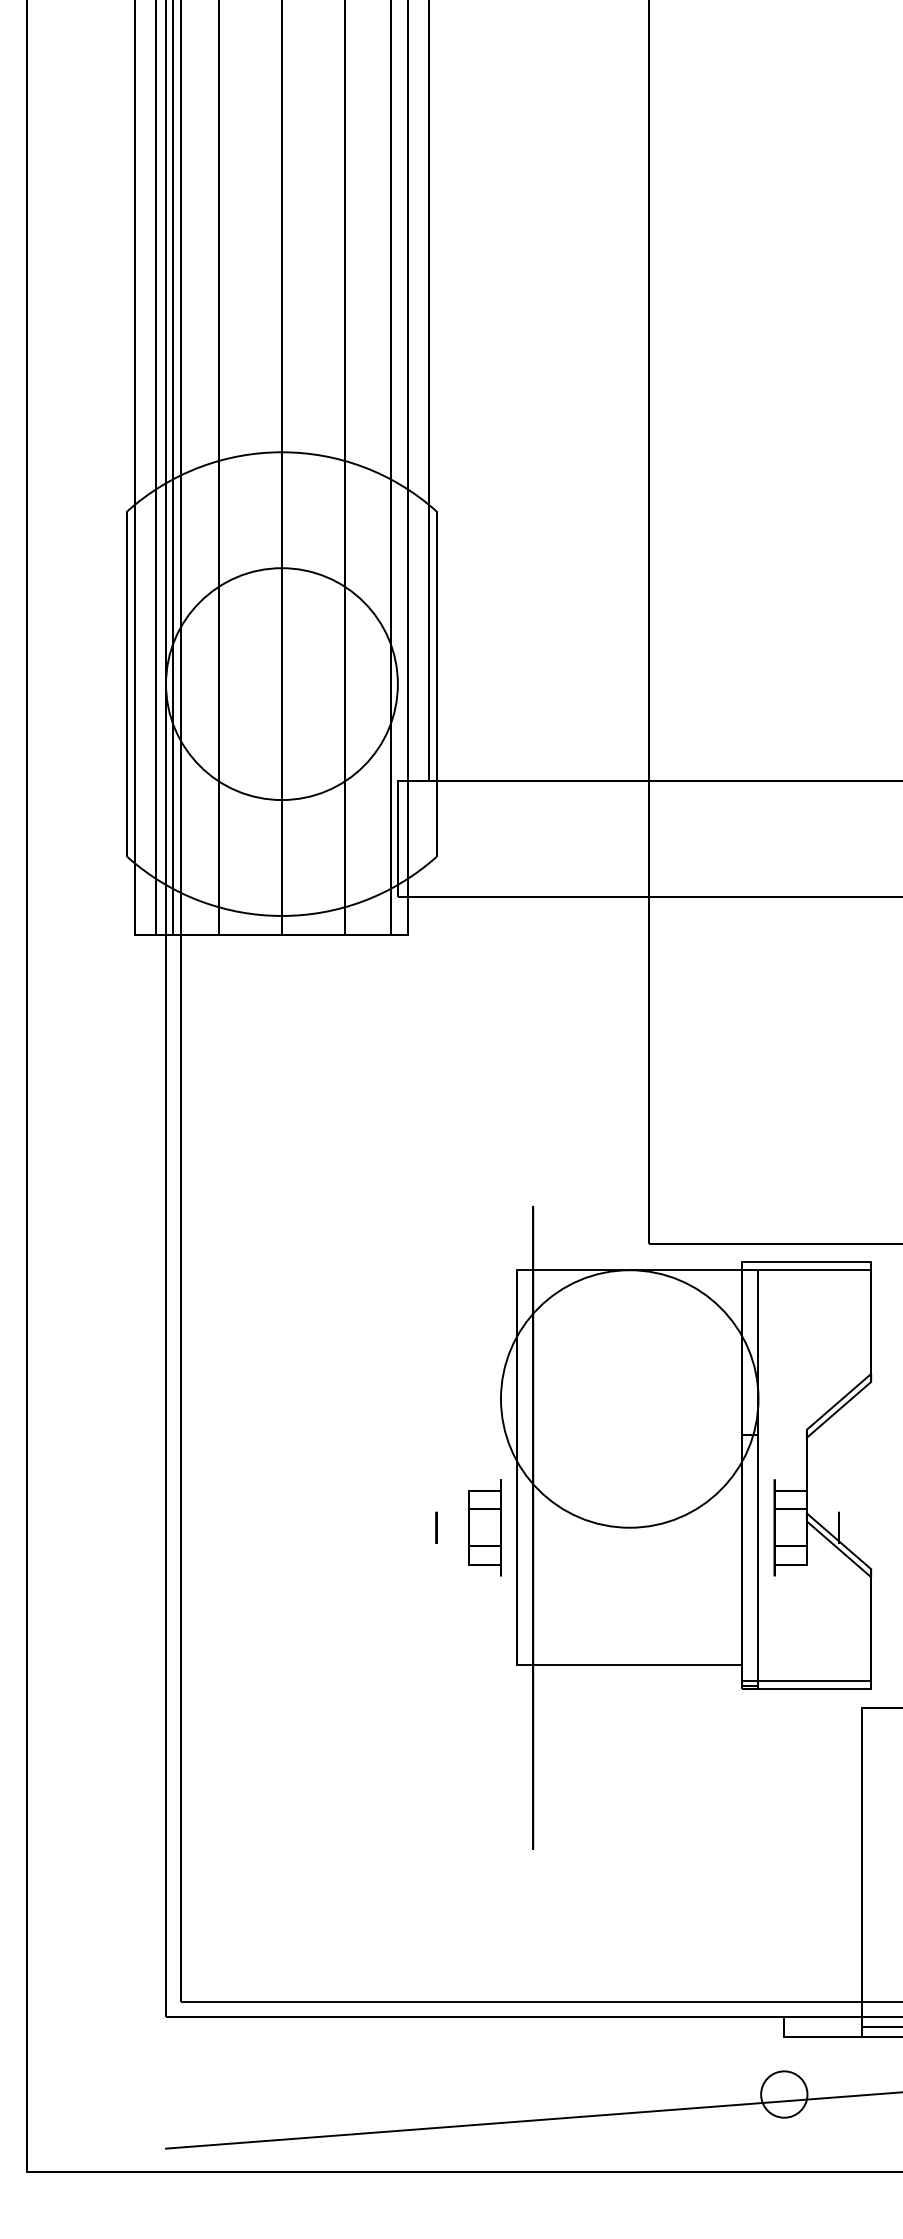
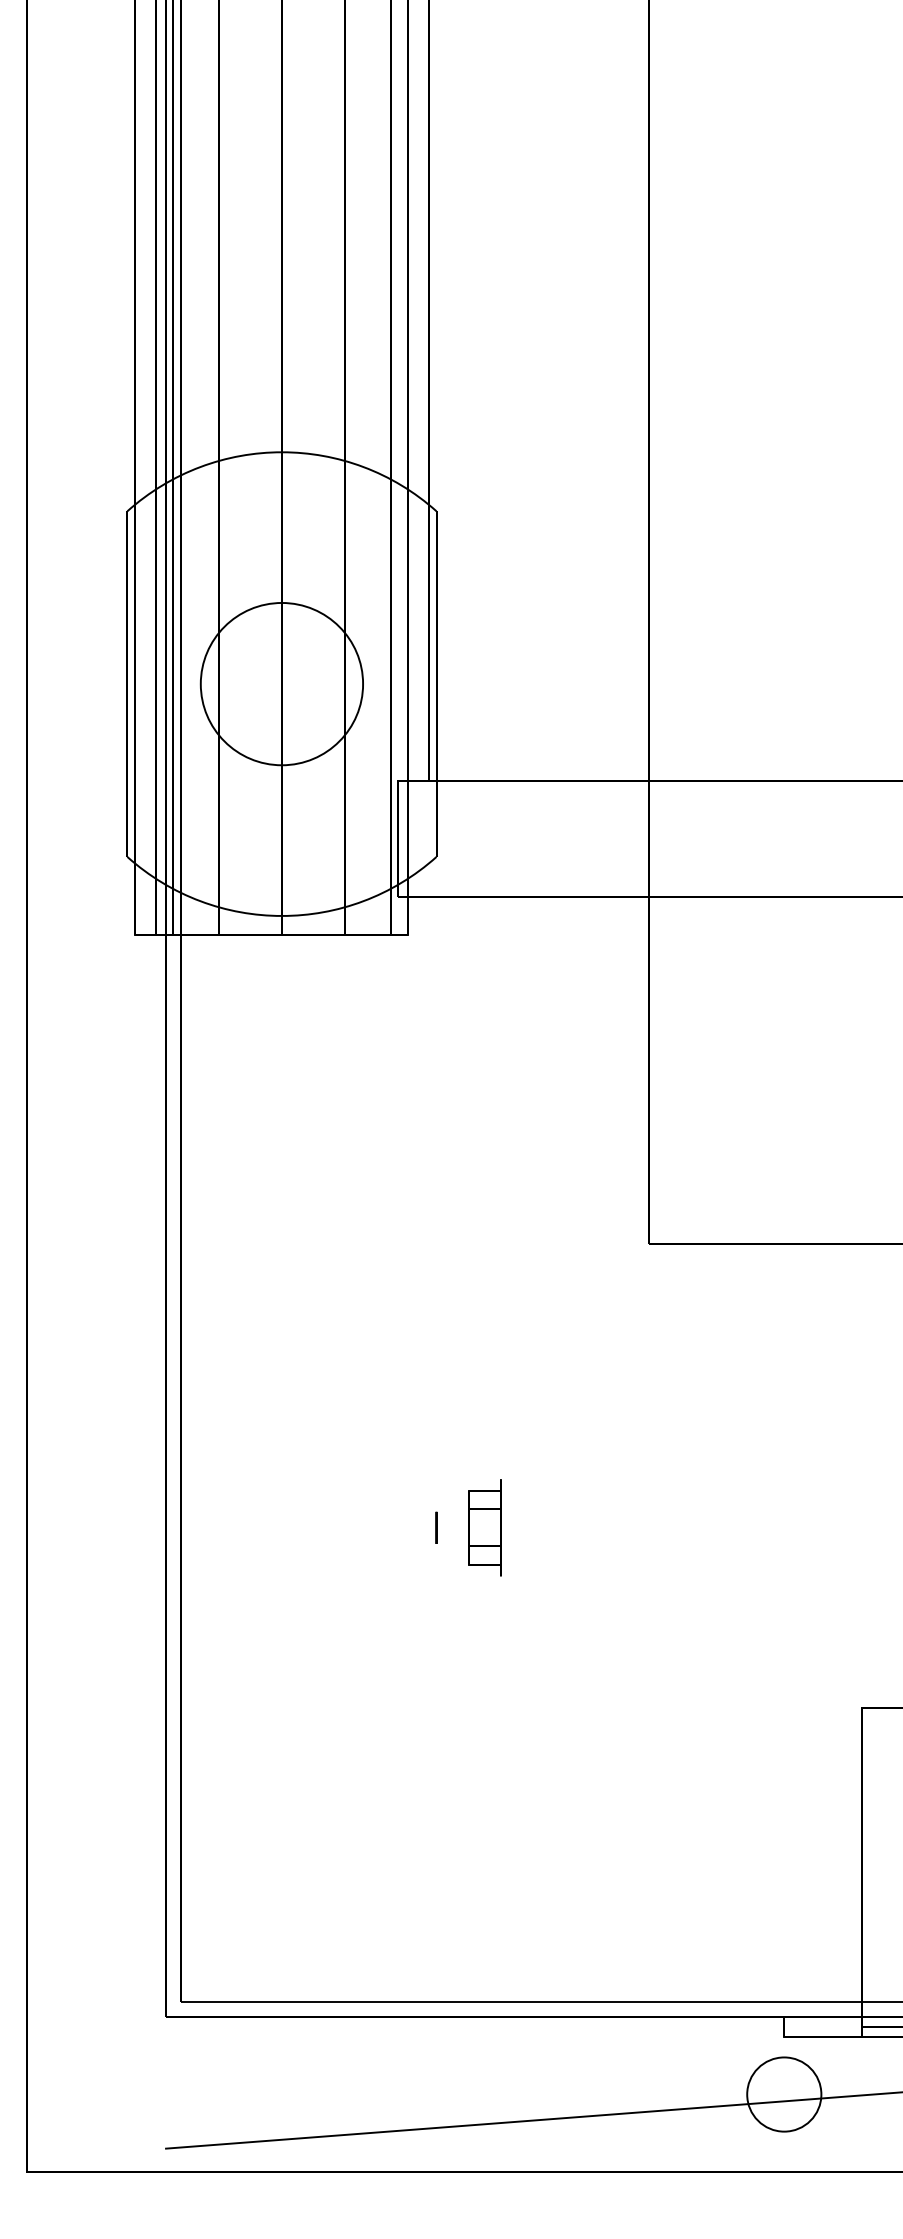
circle at (281, 684) diameter: 232 px -> 162 px
part at (686, 1527): present -> none
circle at (784, 2094) diameter: 46 px -> 74 px
